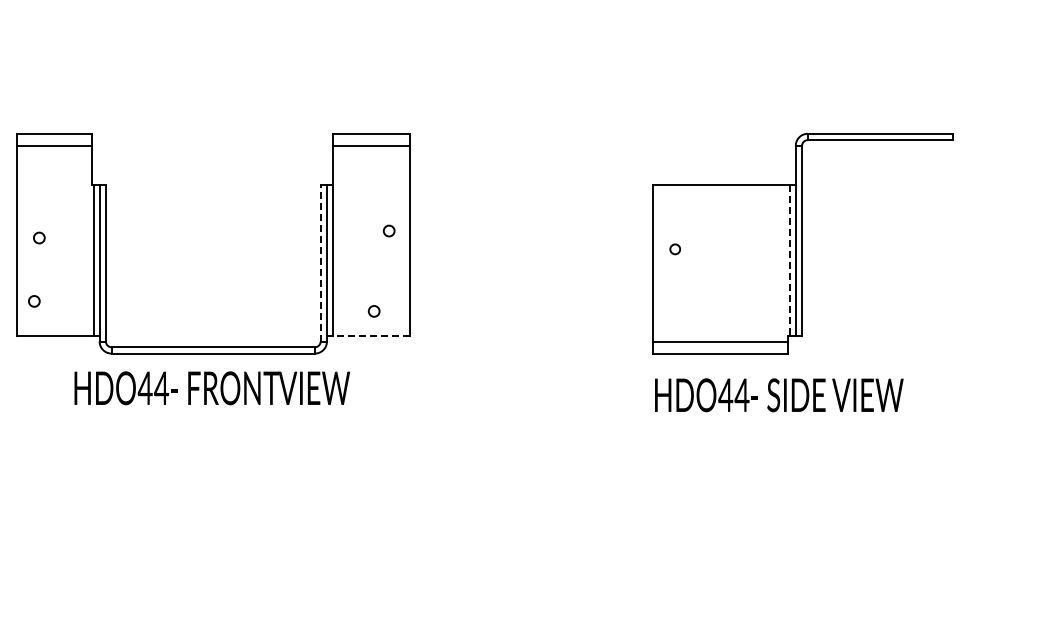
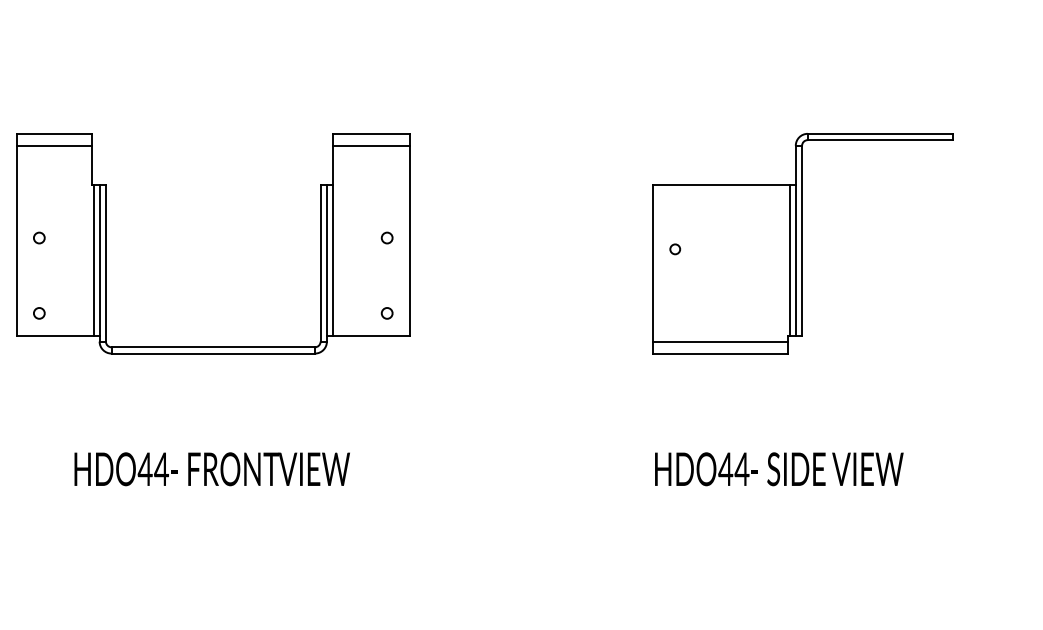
circle at (388, 230) position: (388, 230) -> (386, 237)
line at (790, 261): dashed -> solid
line at (320, 262): dashed -> solid
circle at (34, 301) position: (34, 301) -> (39, 313)
circle at (373, 311) position: (373, 311) -> (386, 313)
line at (371, 336): dashed -> solid
text at (211, 388) position: (211, 388) -> (211, 469)
text at (779, 395) position: (779, 395) -> (779, 469)
